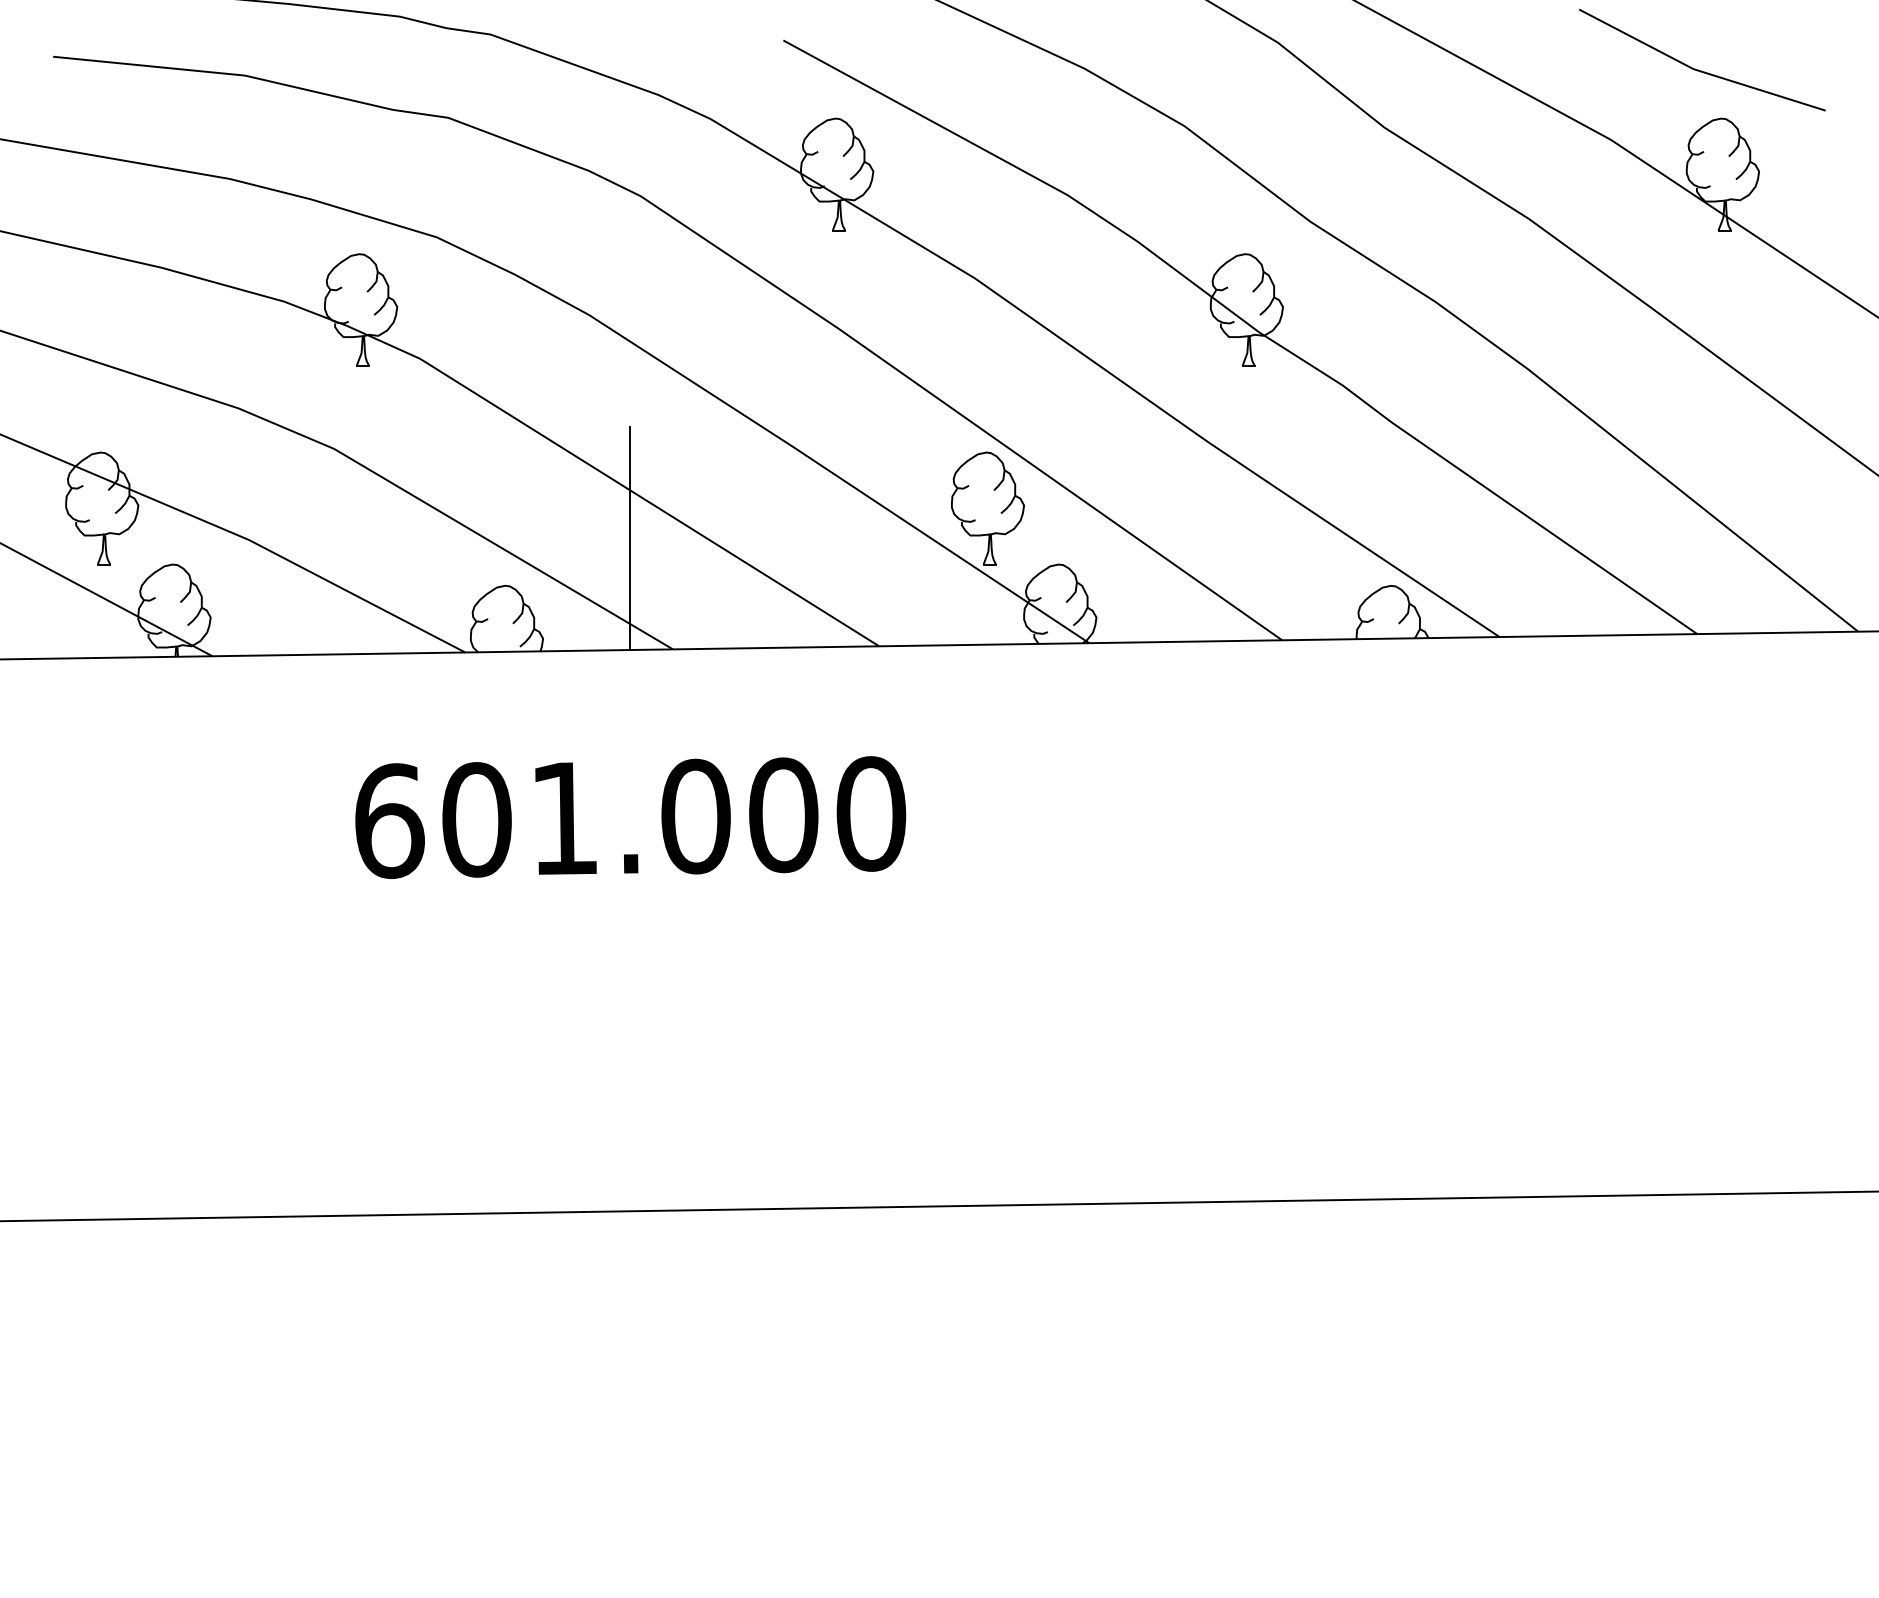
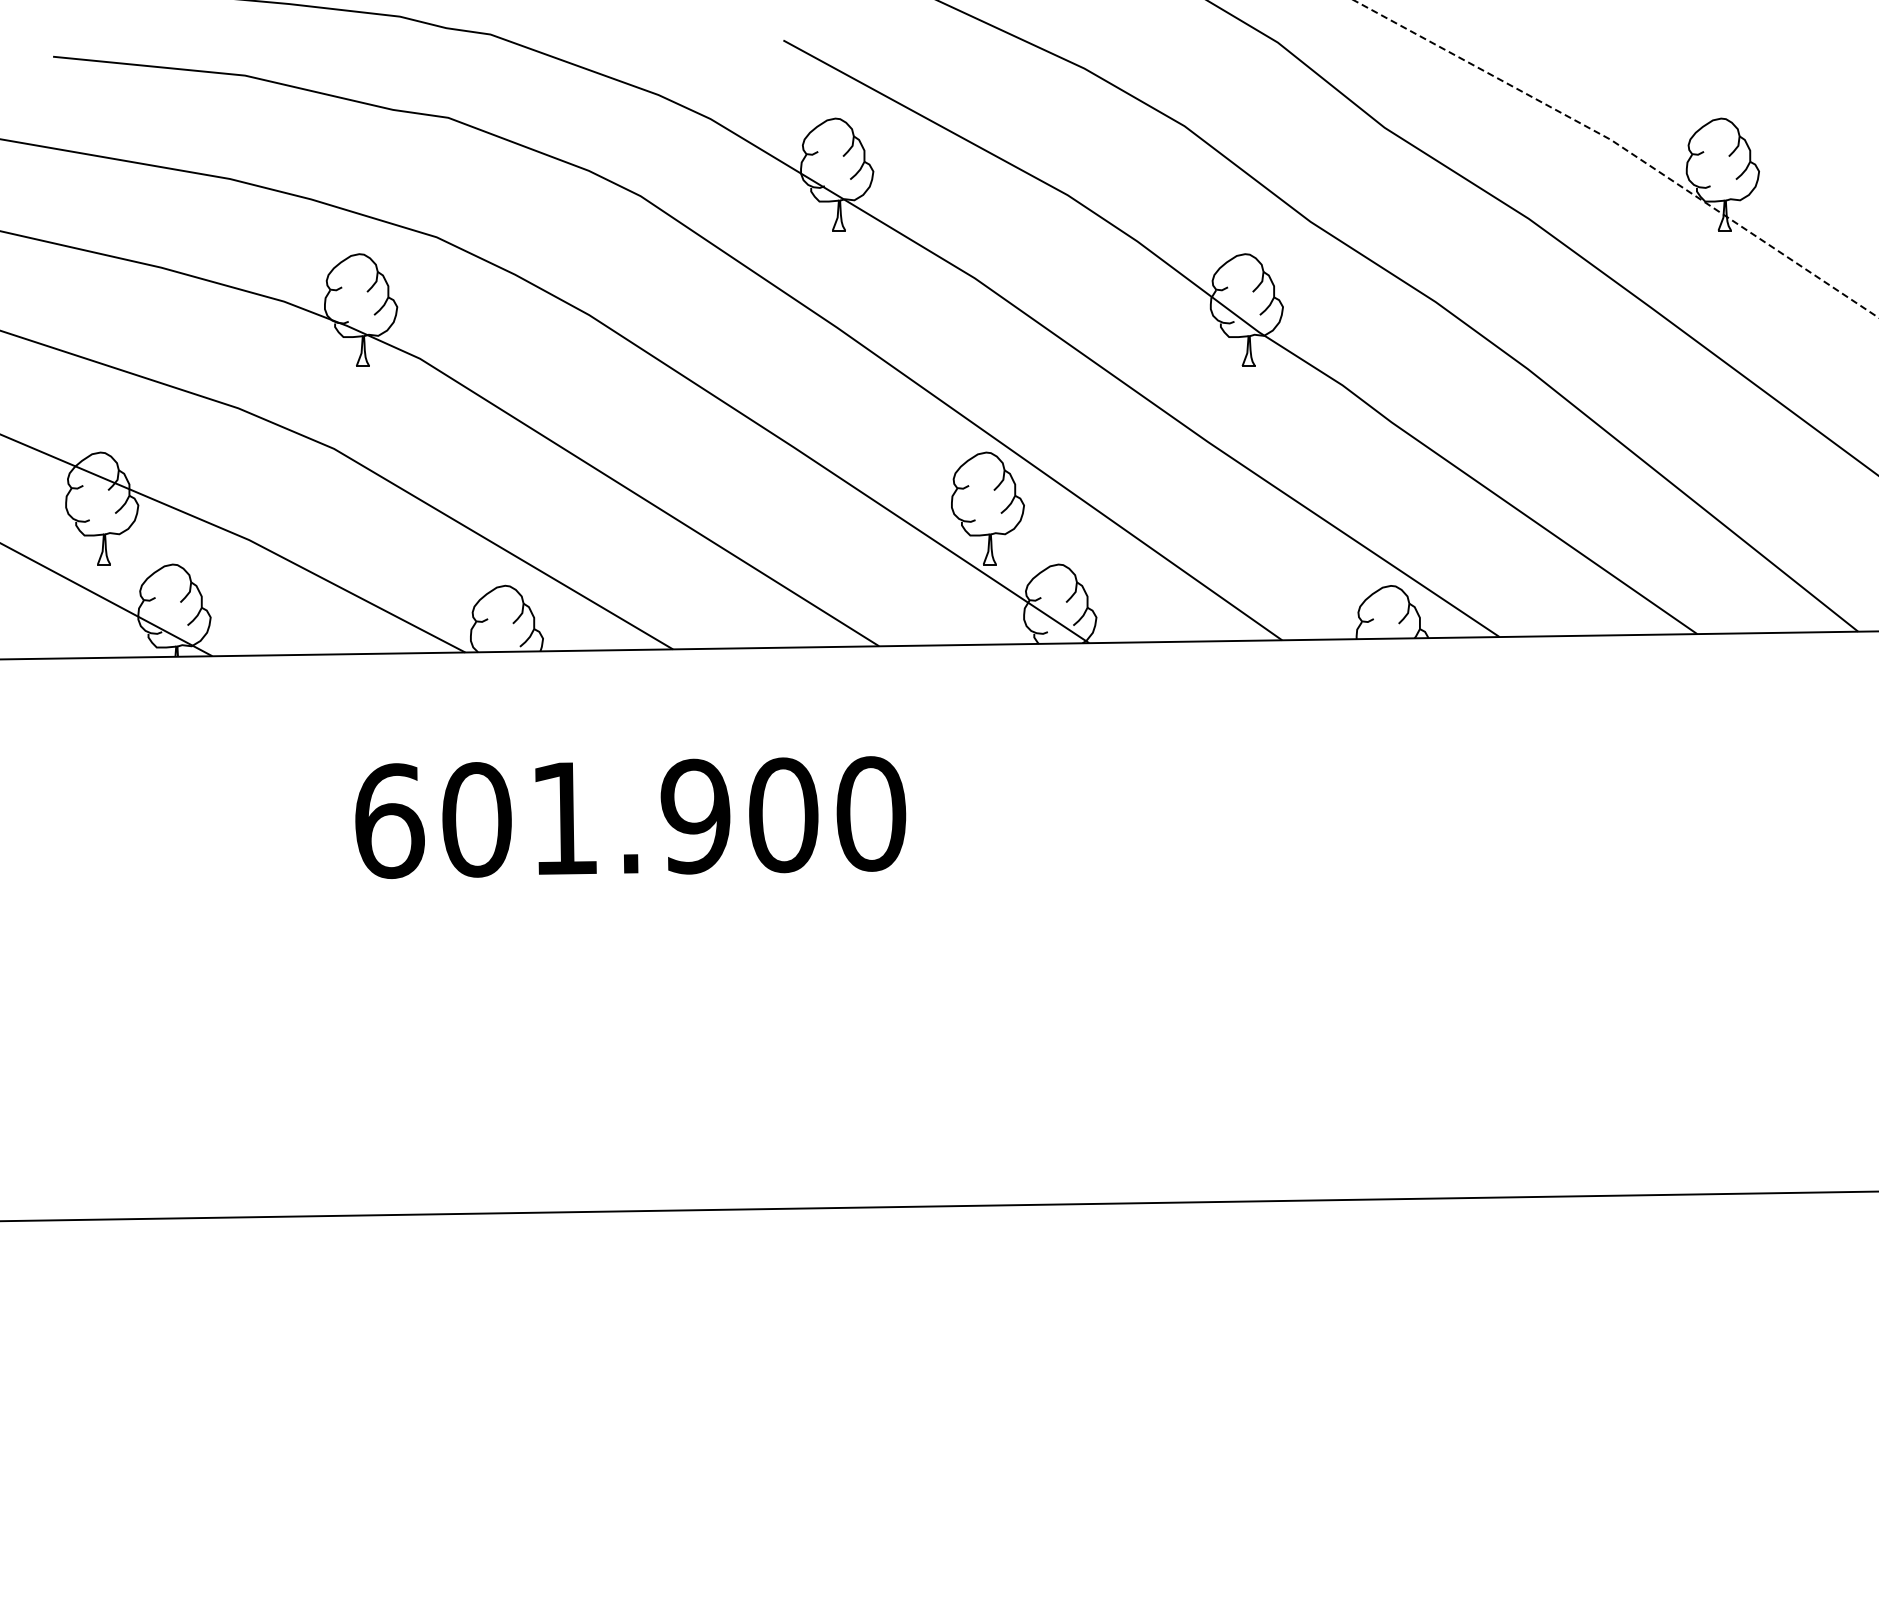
line at (1698, 69): present -> none
line at (1622, 147): solid -> dashed
line at (629, 537): present -> none
text at (695, 816): 601.000 -> 601.900
